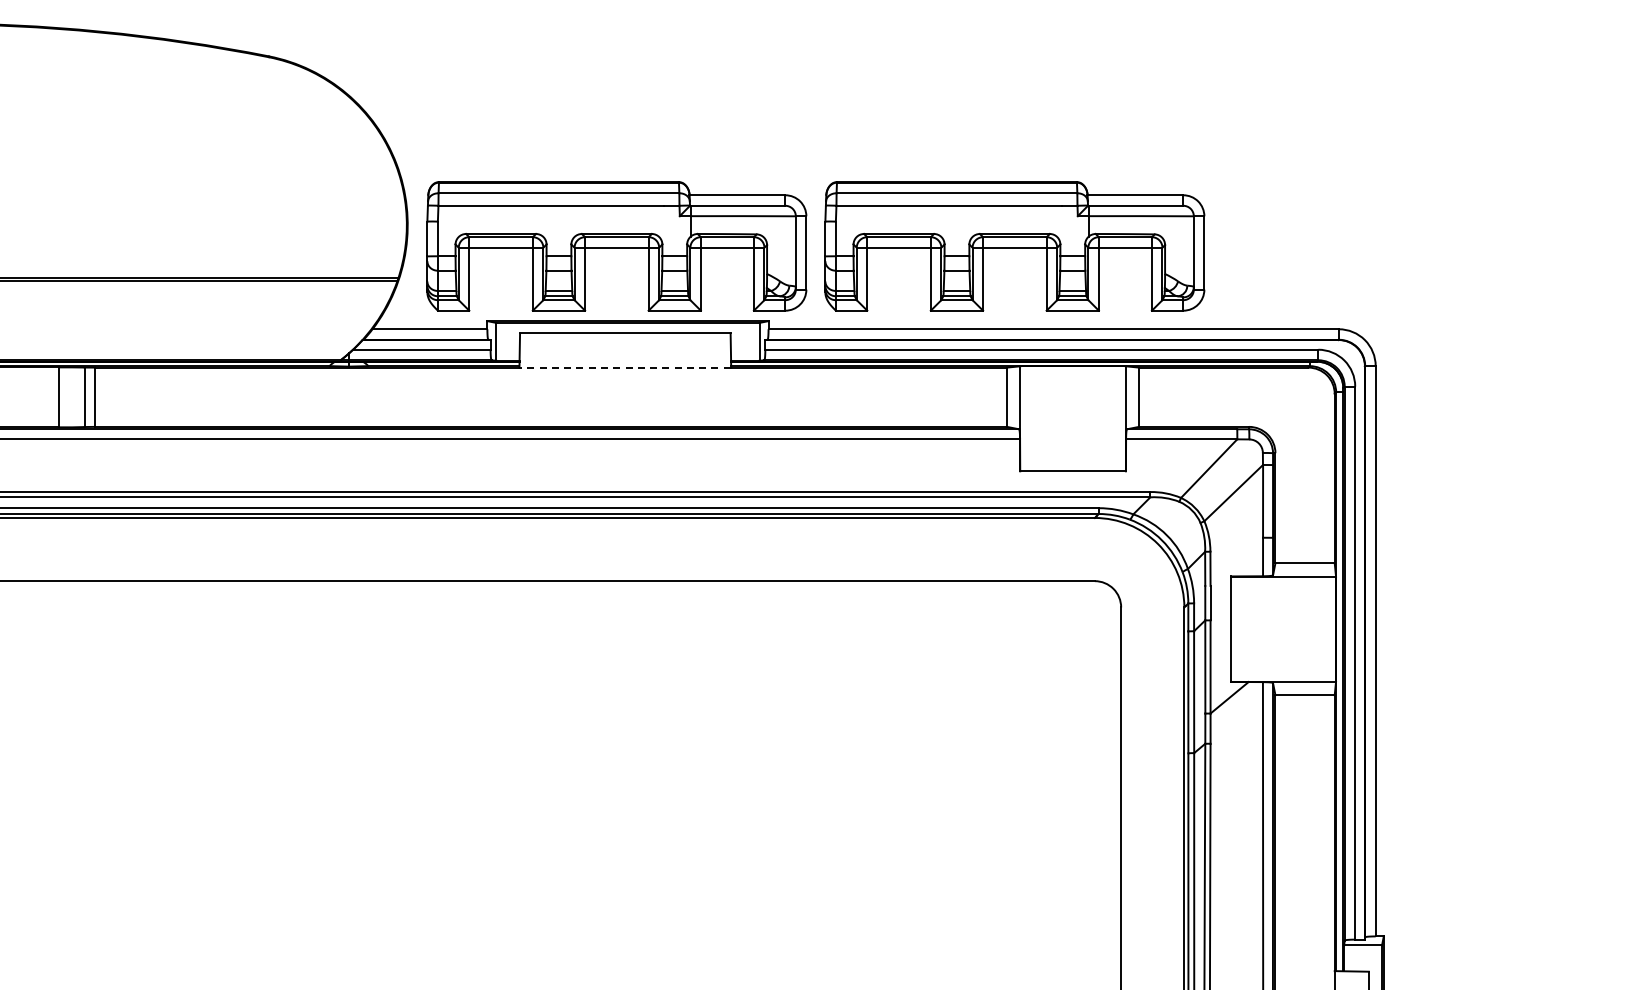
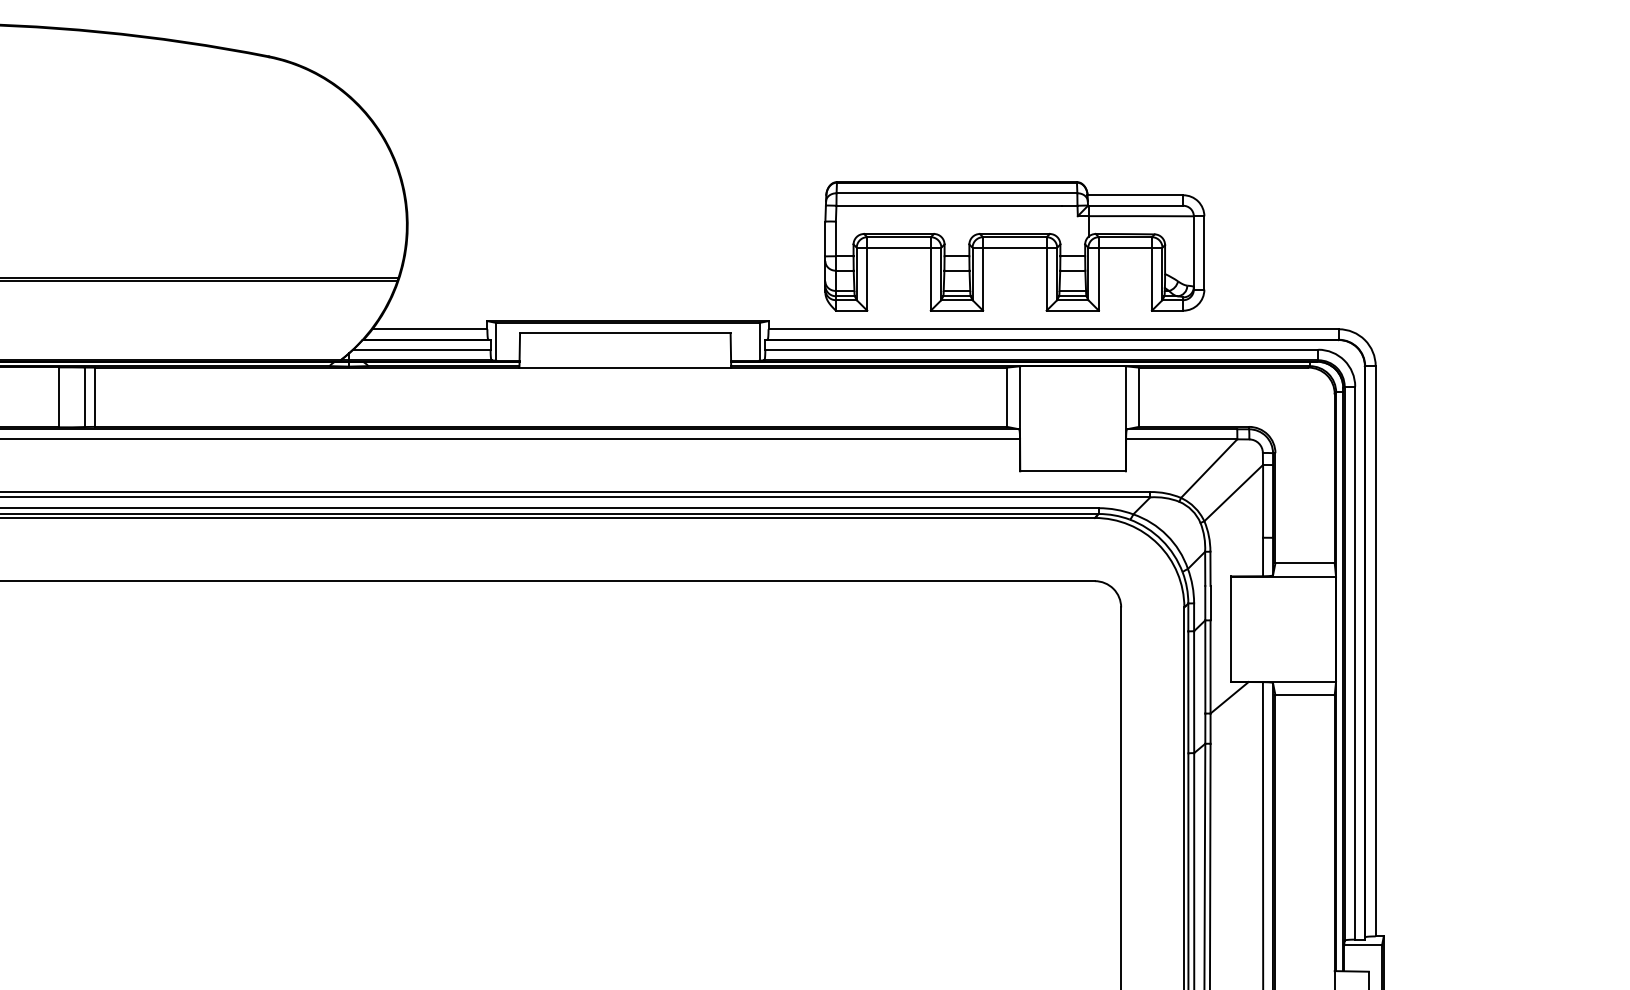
part at (616, 246): present -> none
line at (625, 367): dashed -> solid
